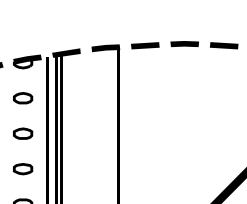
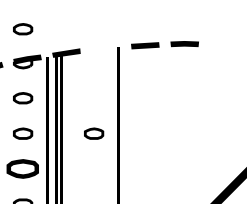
part at (23, 29): none -> present
fill at (223, 45): present -> none
fill at (105, 48): present -> none
part at (94, 133): none -> present
part at (23, 169) size: 21x13 px -> 33x20 px
